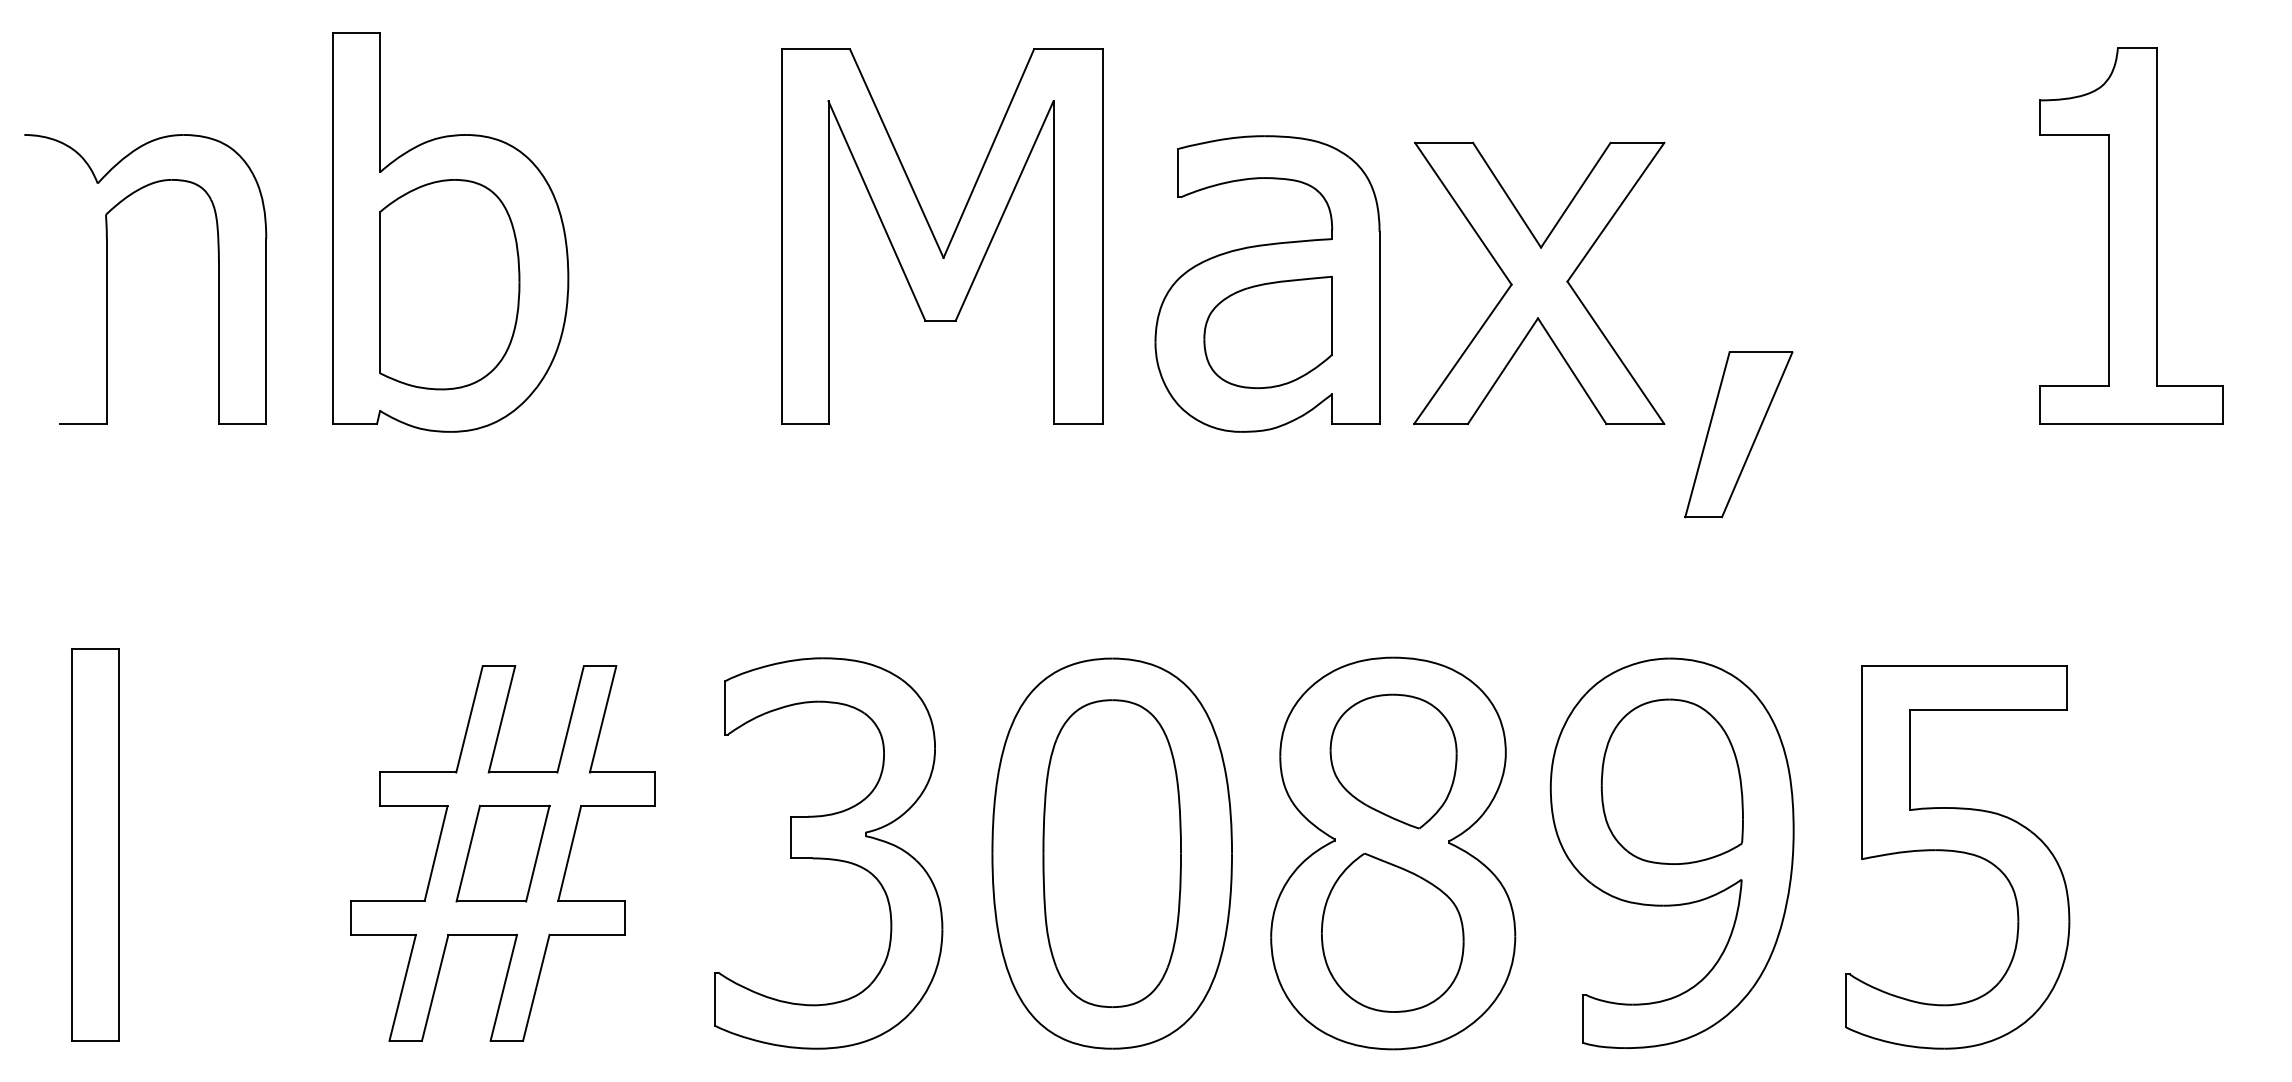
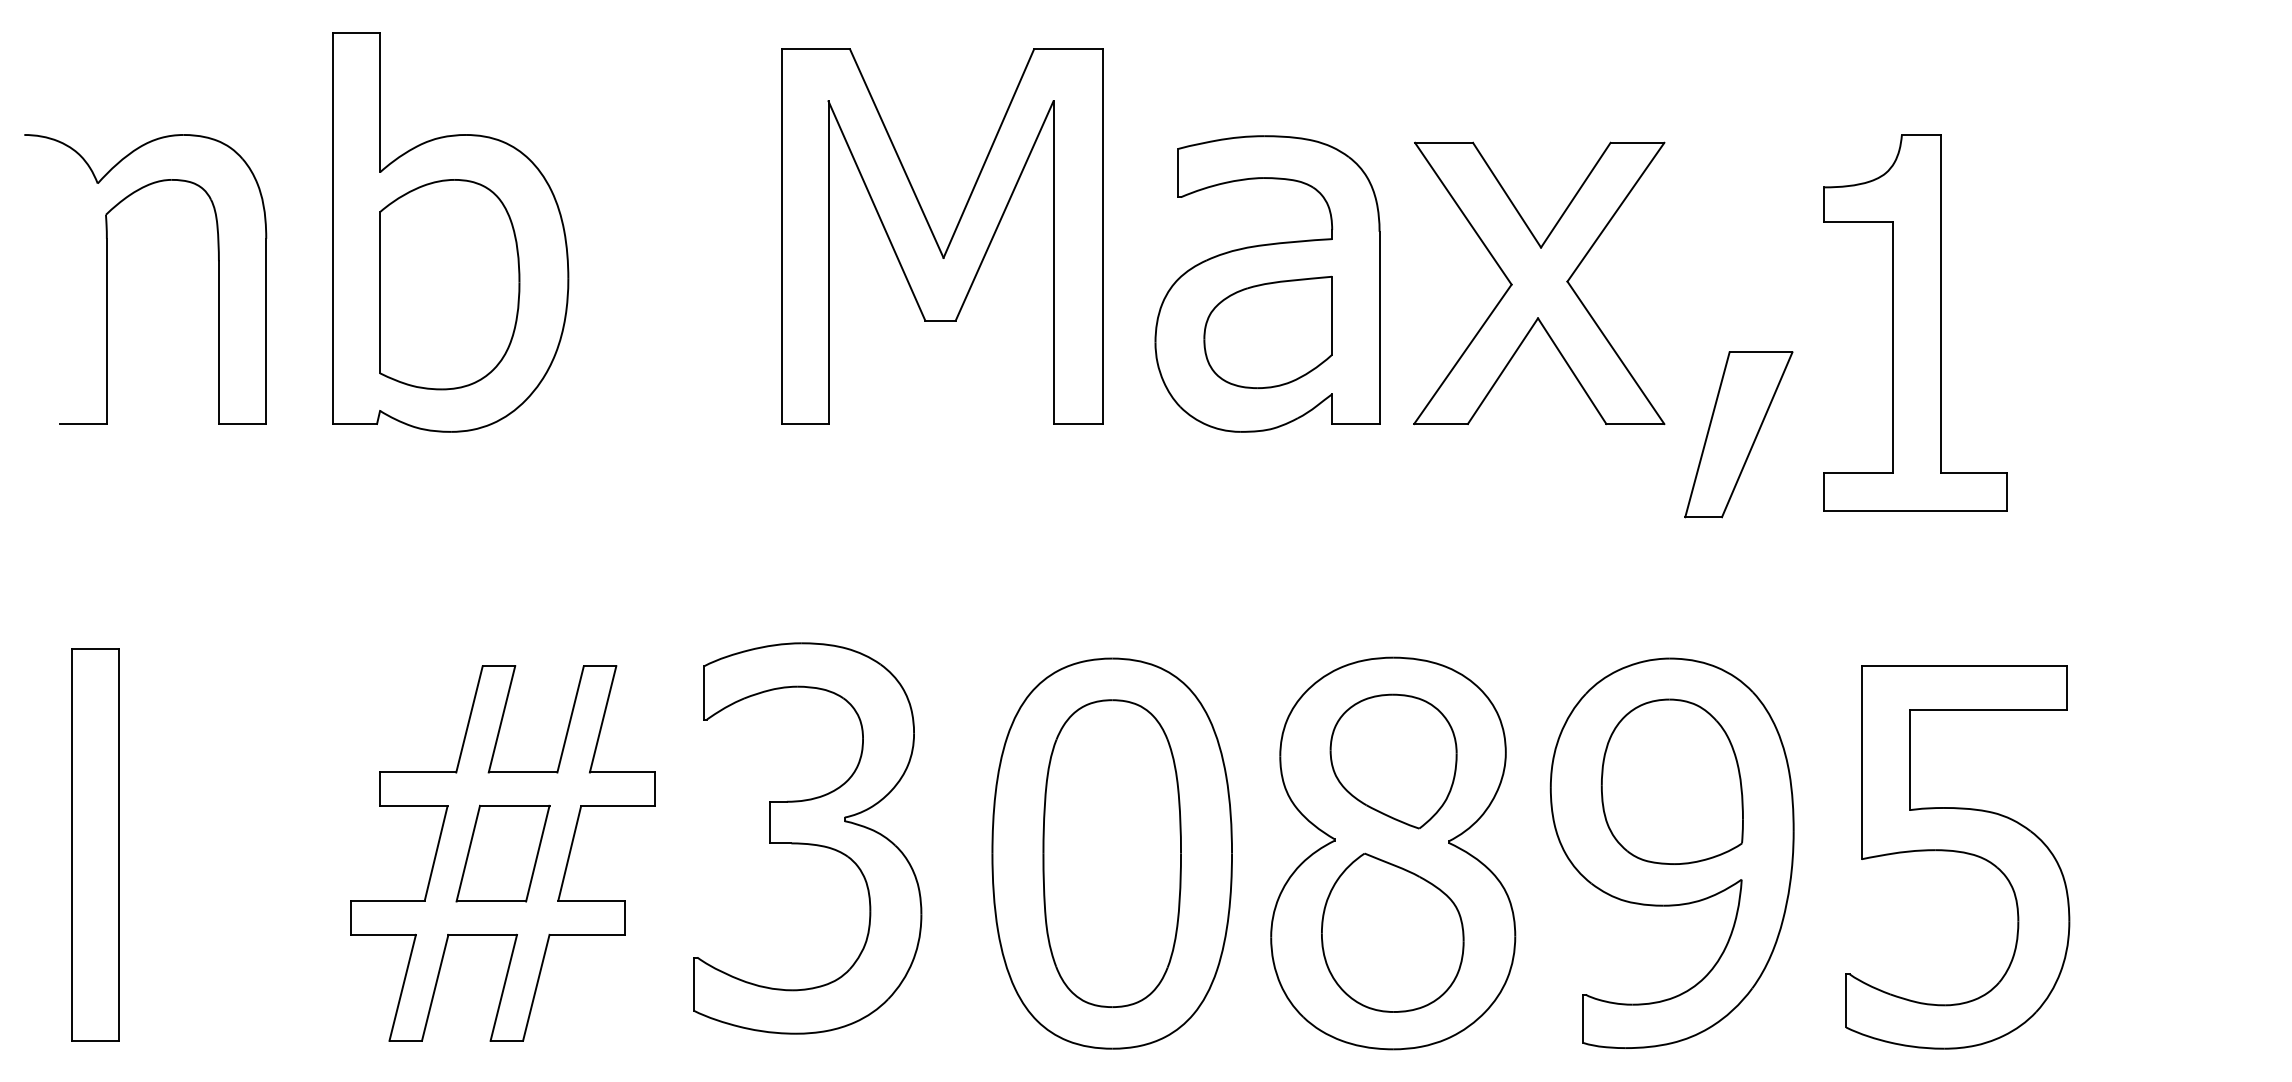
part at (2131, 235) position: (2131, 235) -> (1915, 322)
part at (828, 853) position: (828, 853) -> (807, 838)
